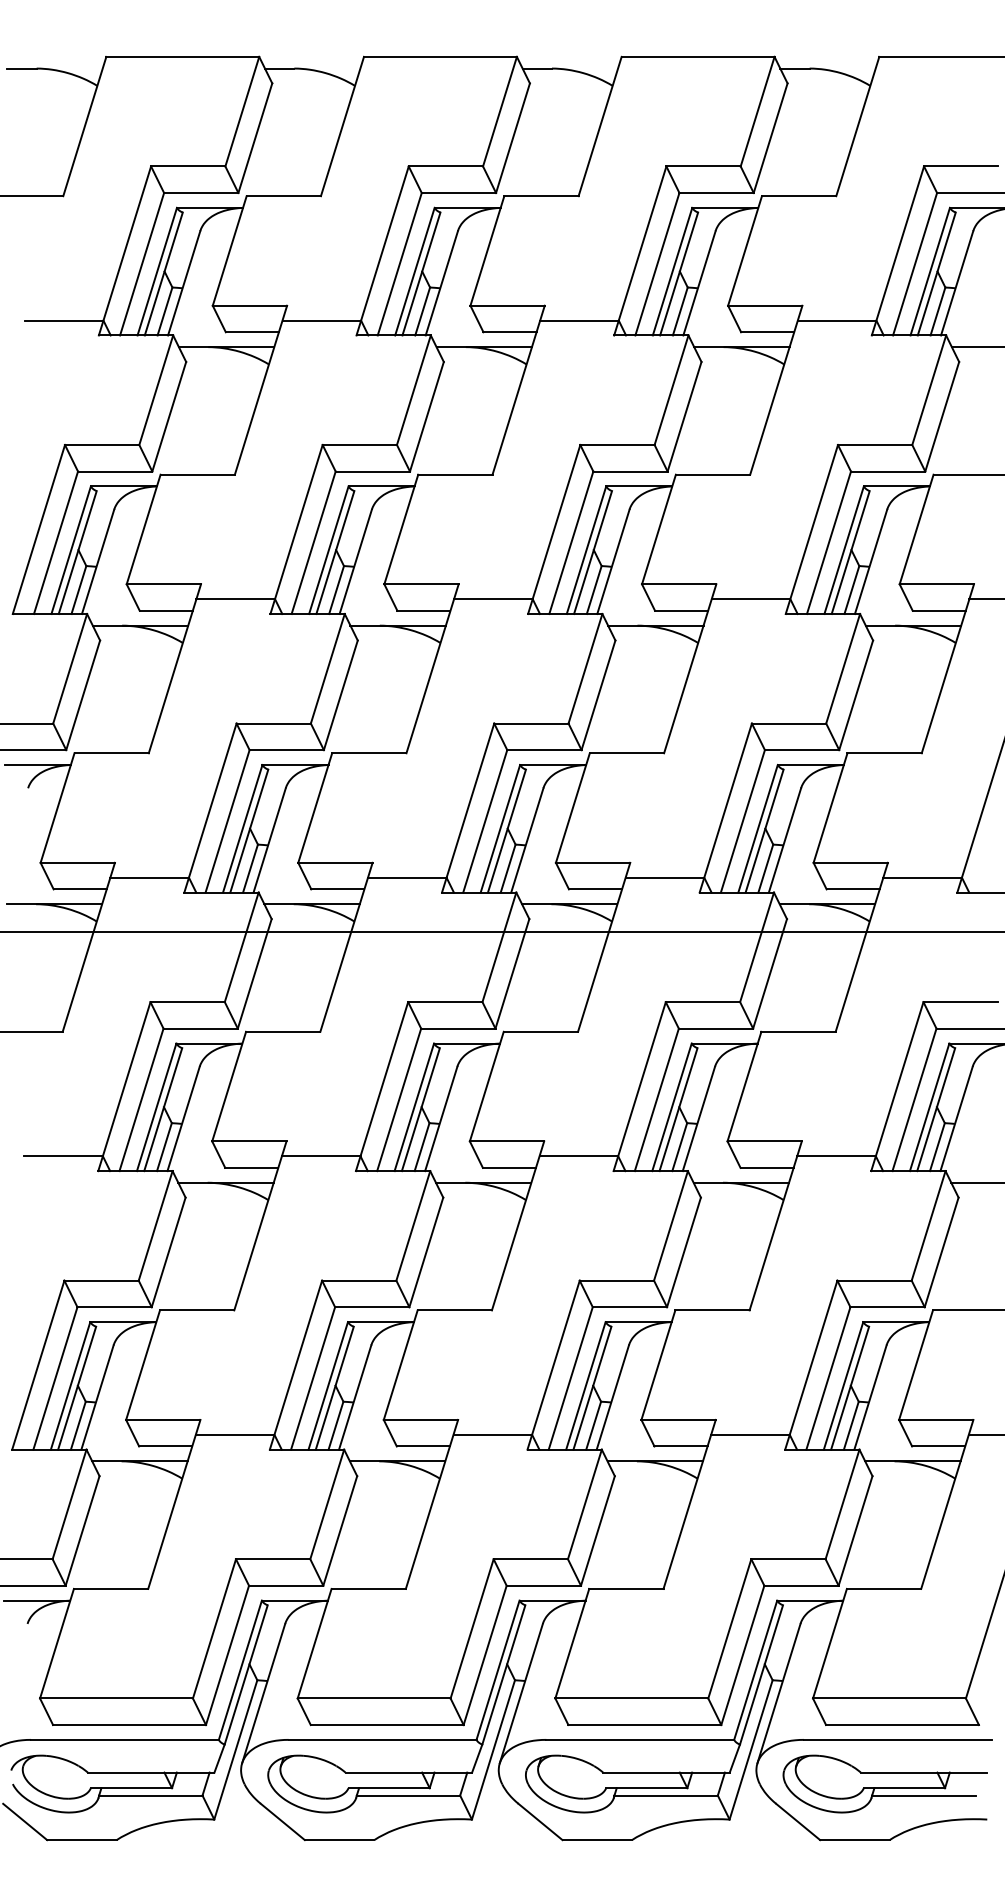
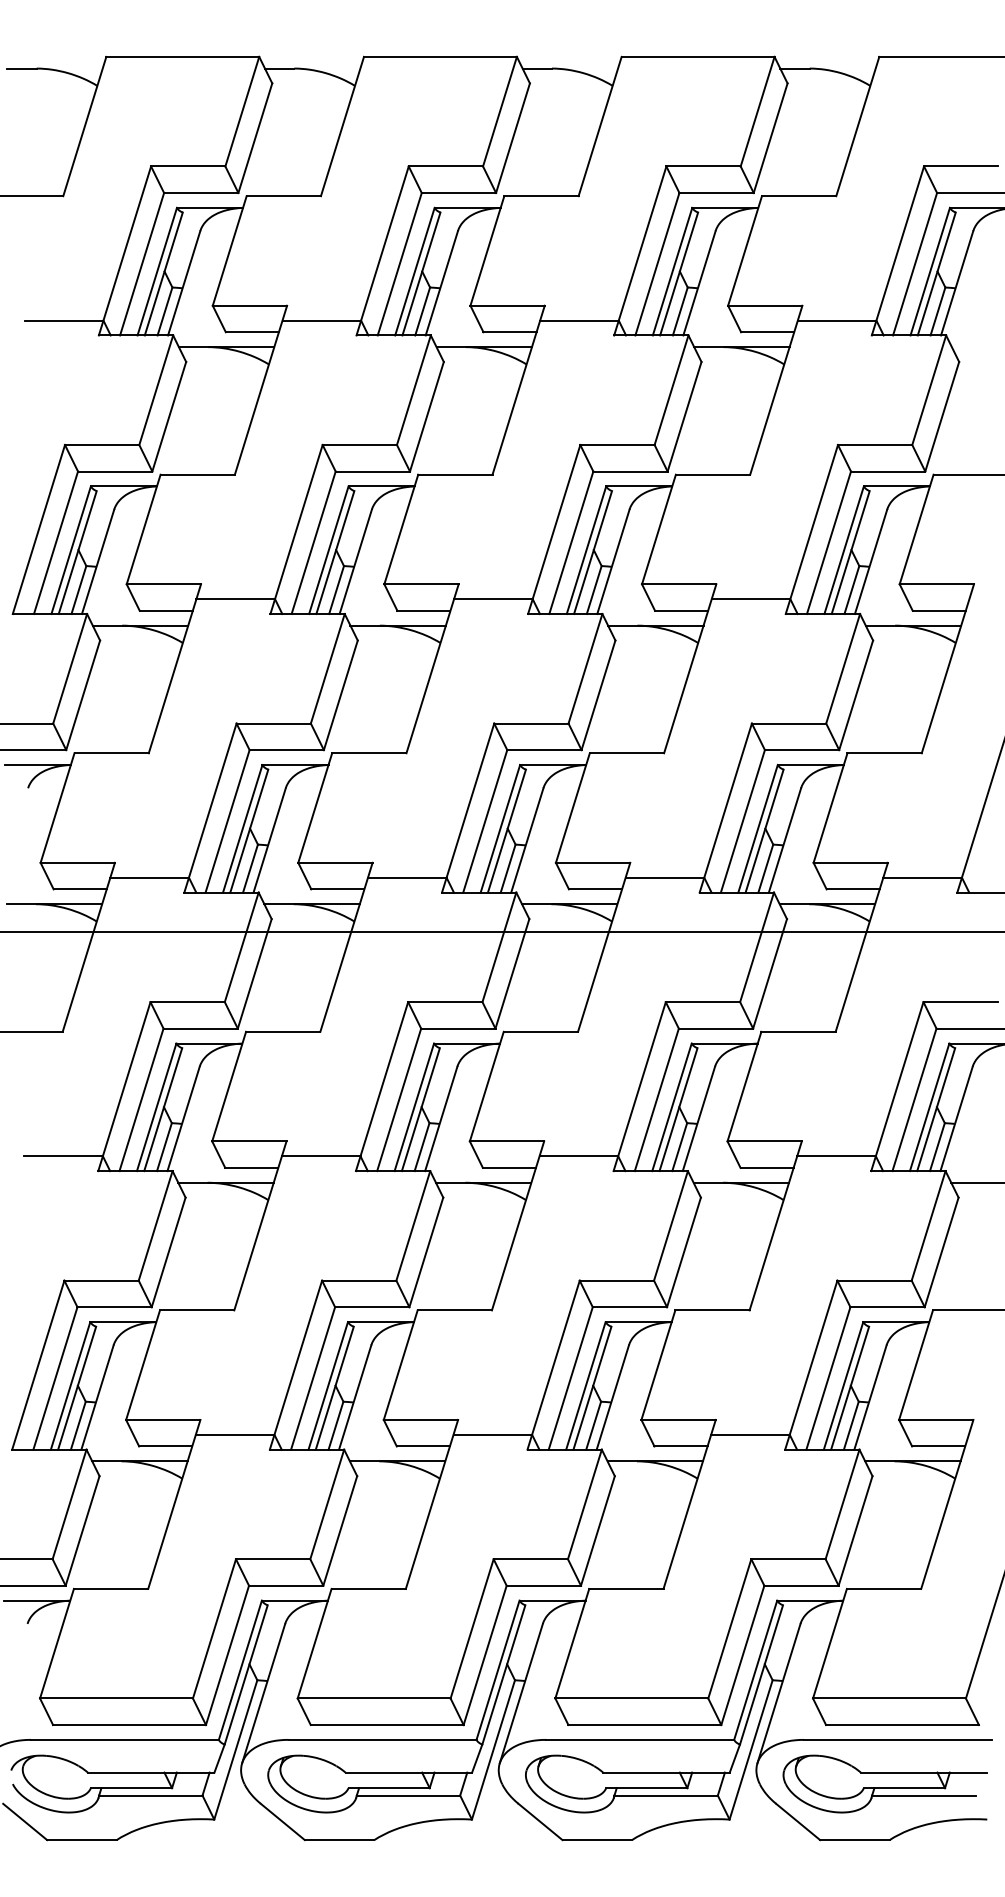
line at (976, 347): present -> none
line at (985, 599): present -> none
line at (984, 1434): present -> none
